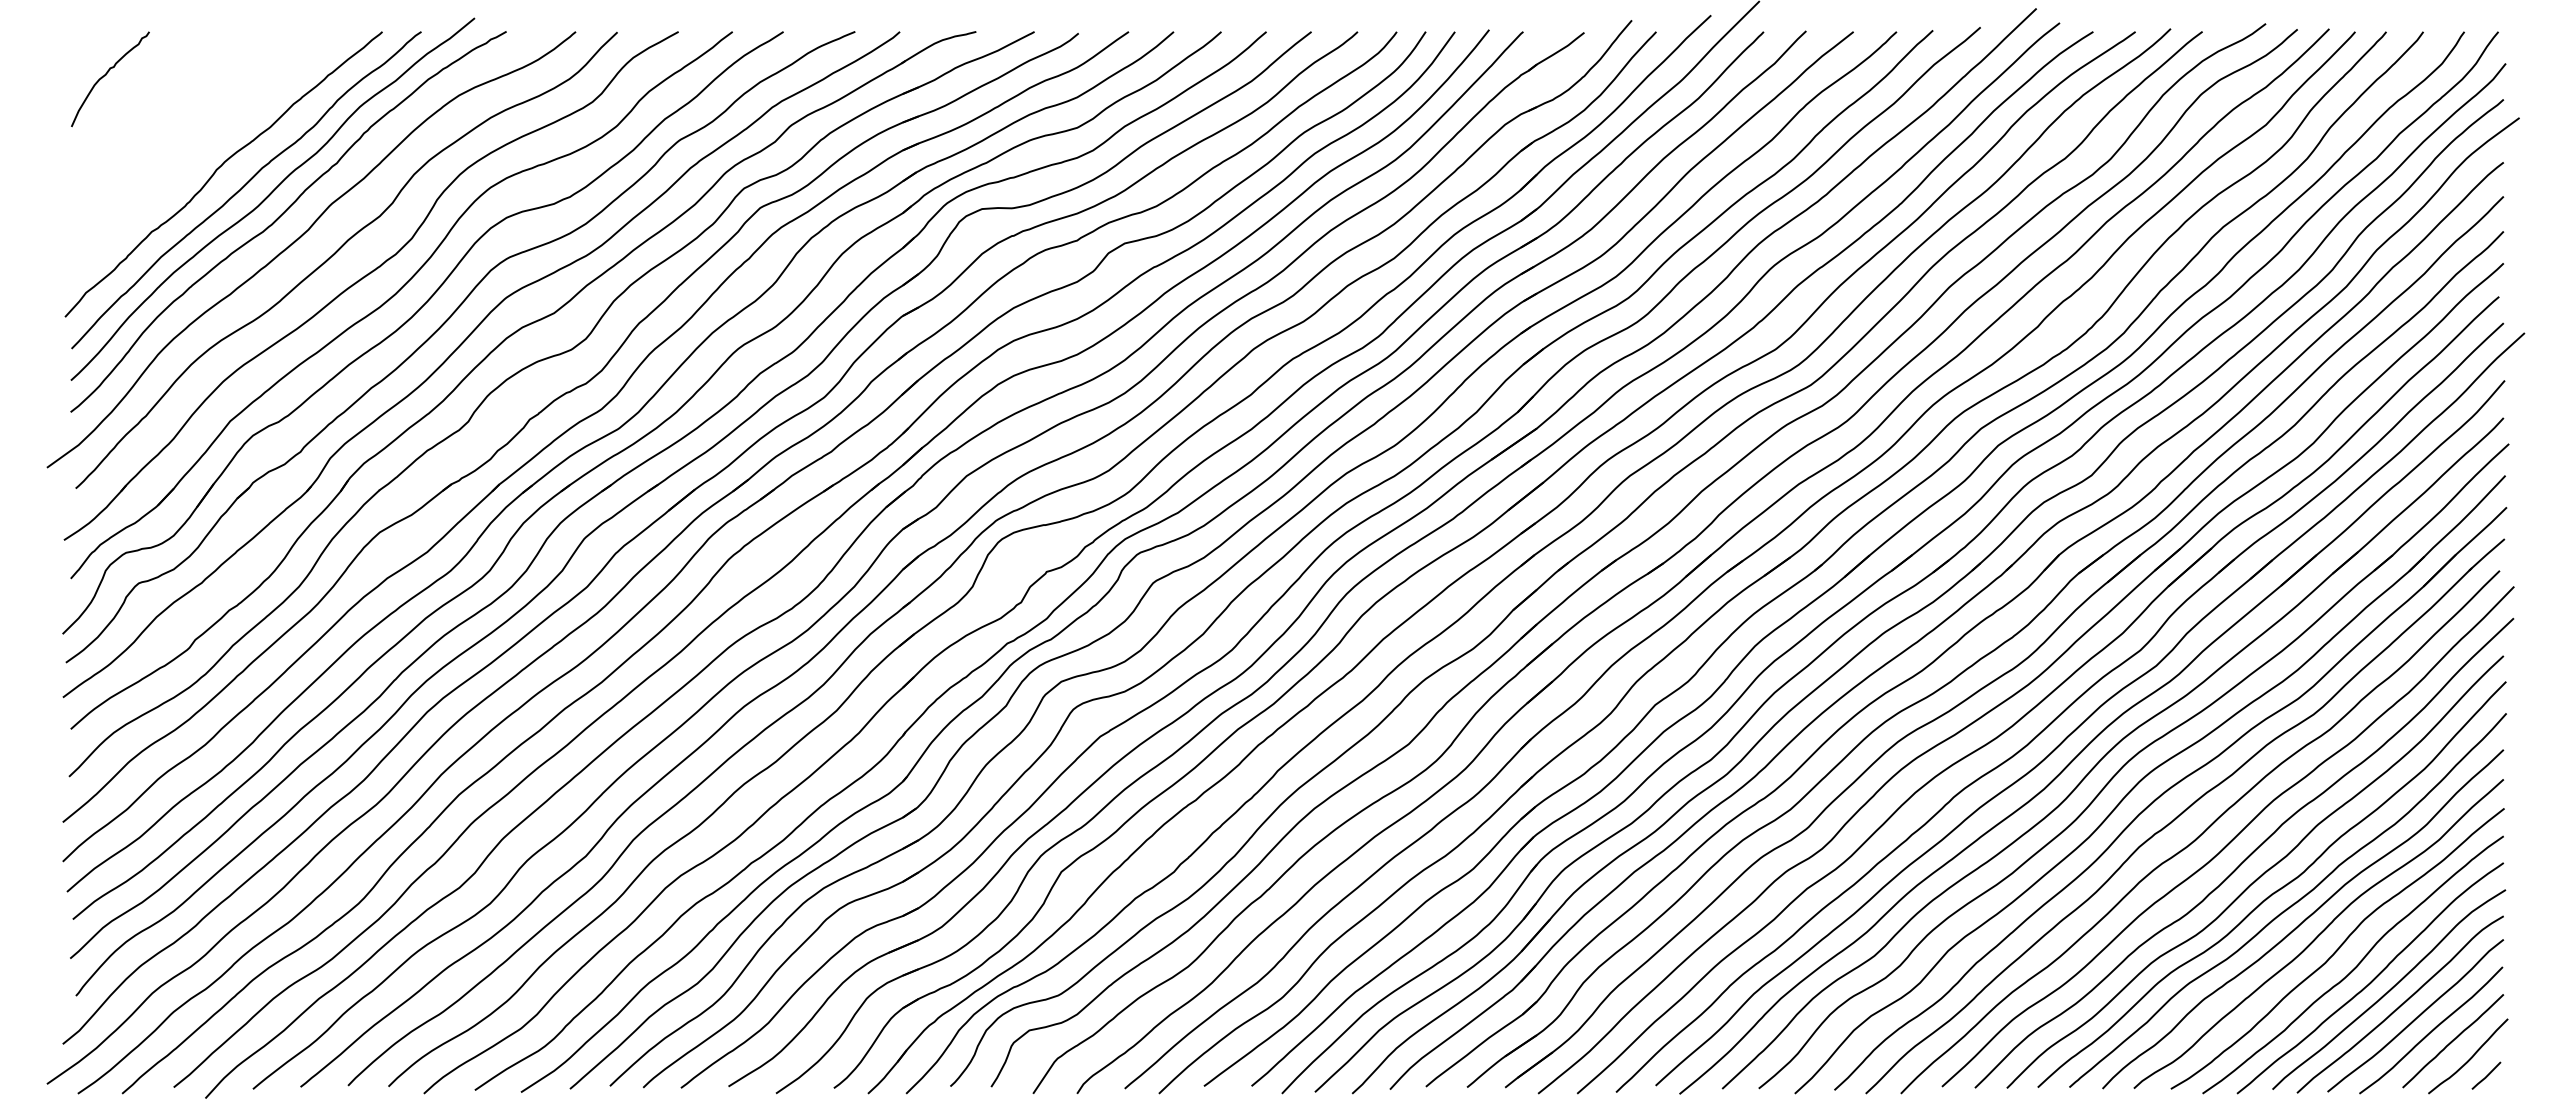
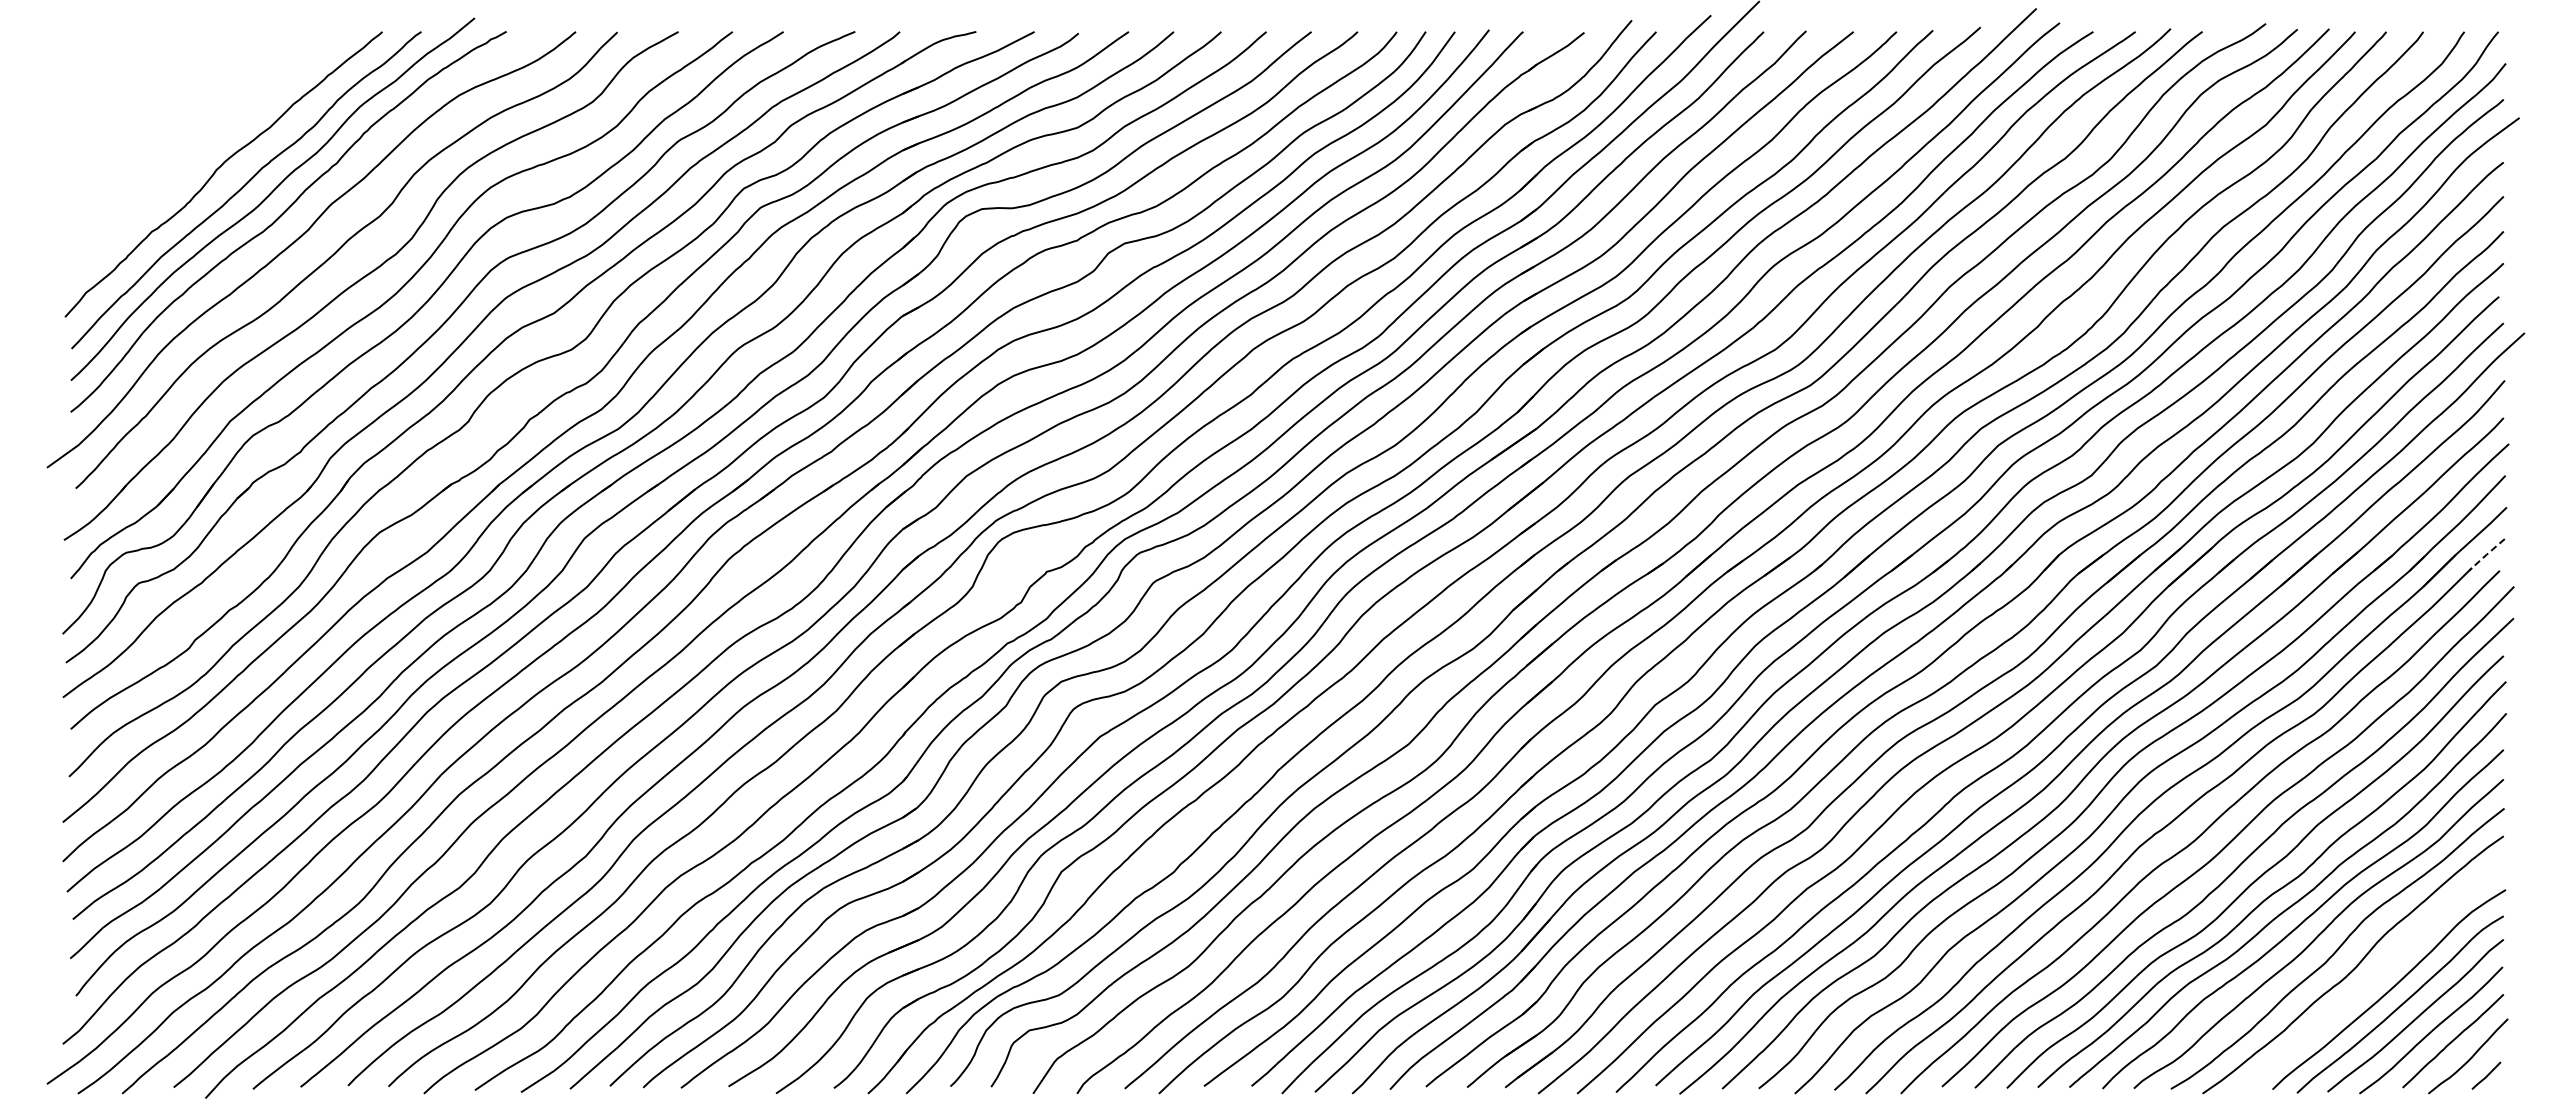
curve at (106, 75): present -> none
line at (2486, 554): solid -> dashed
curve at (2371, 980): present -> none
